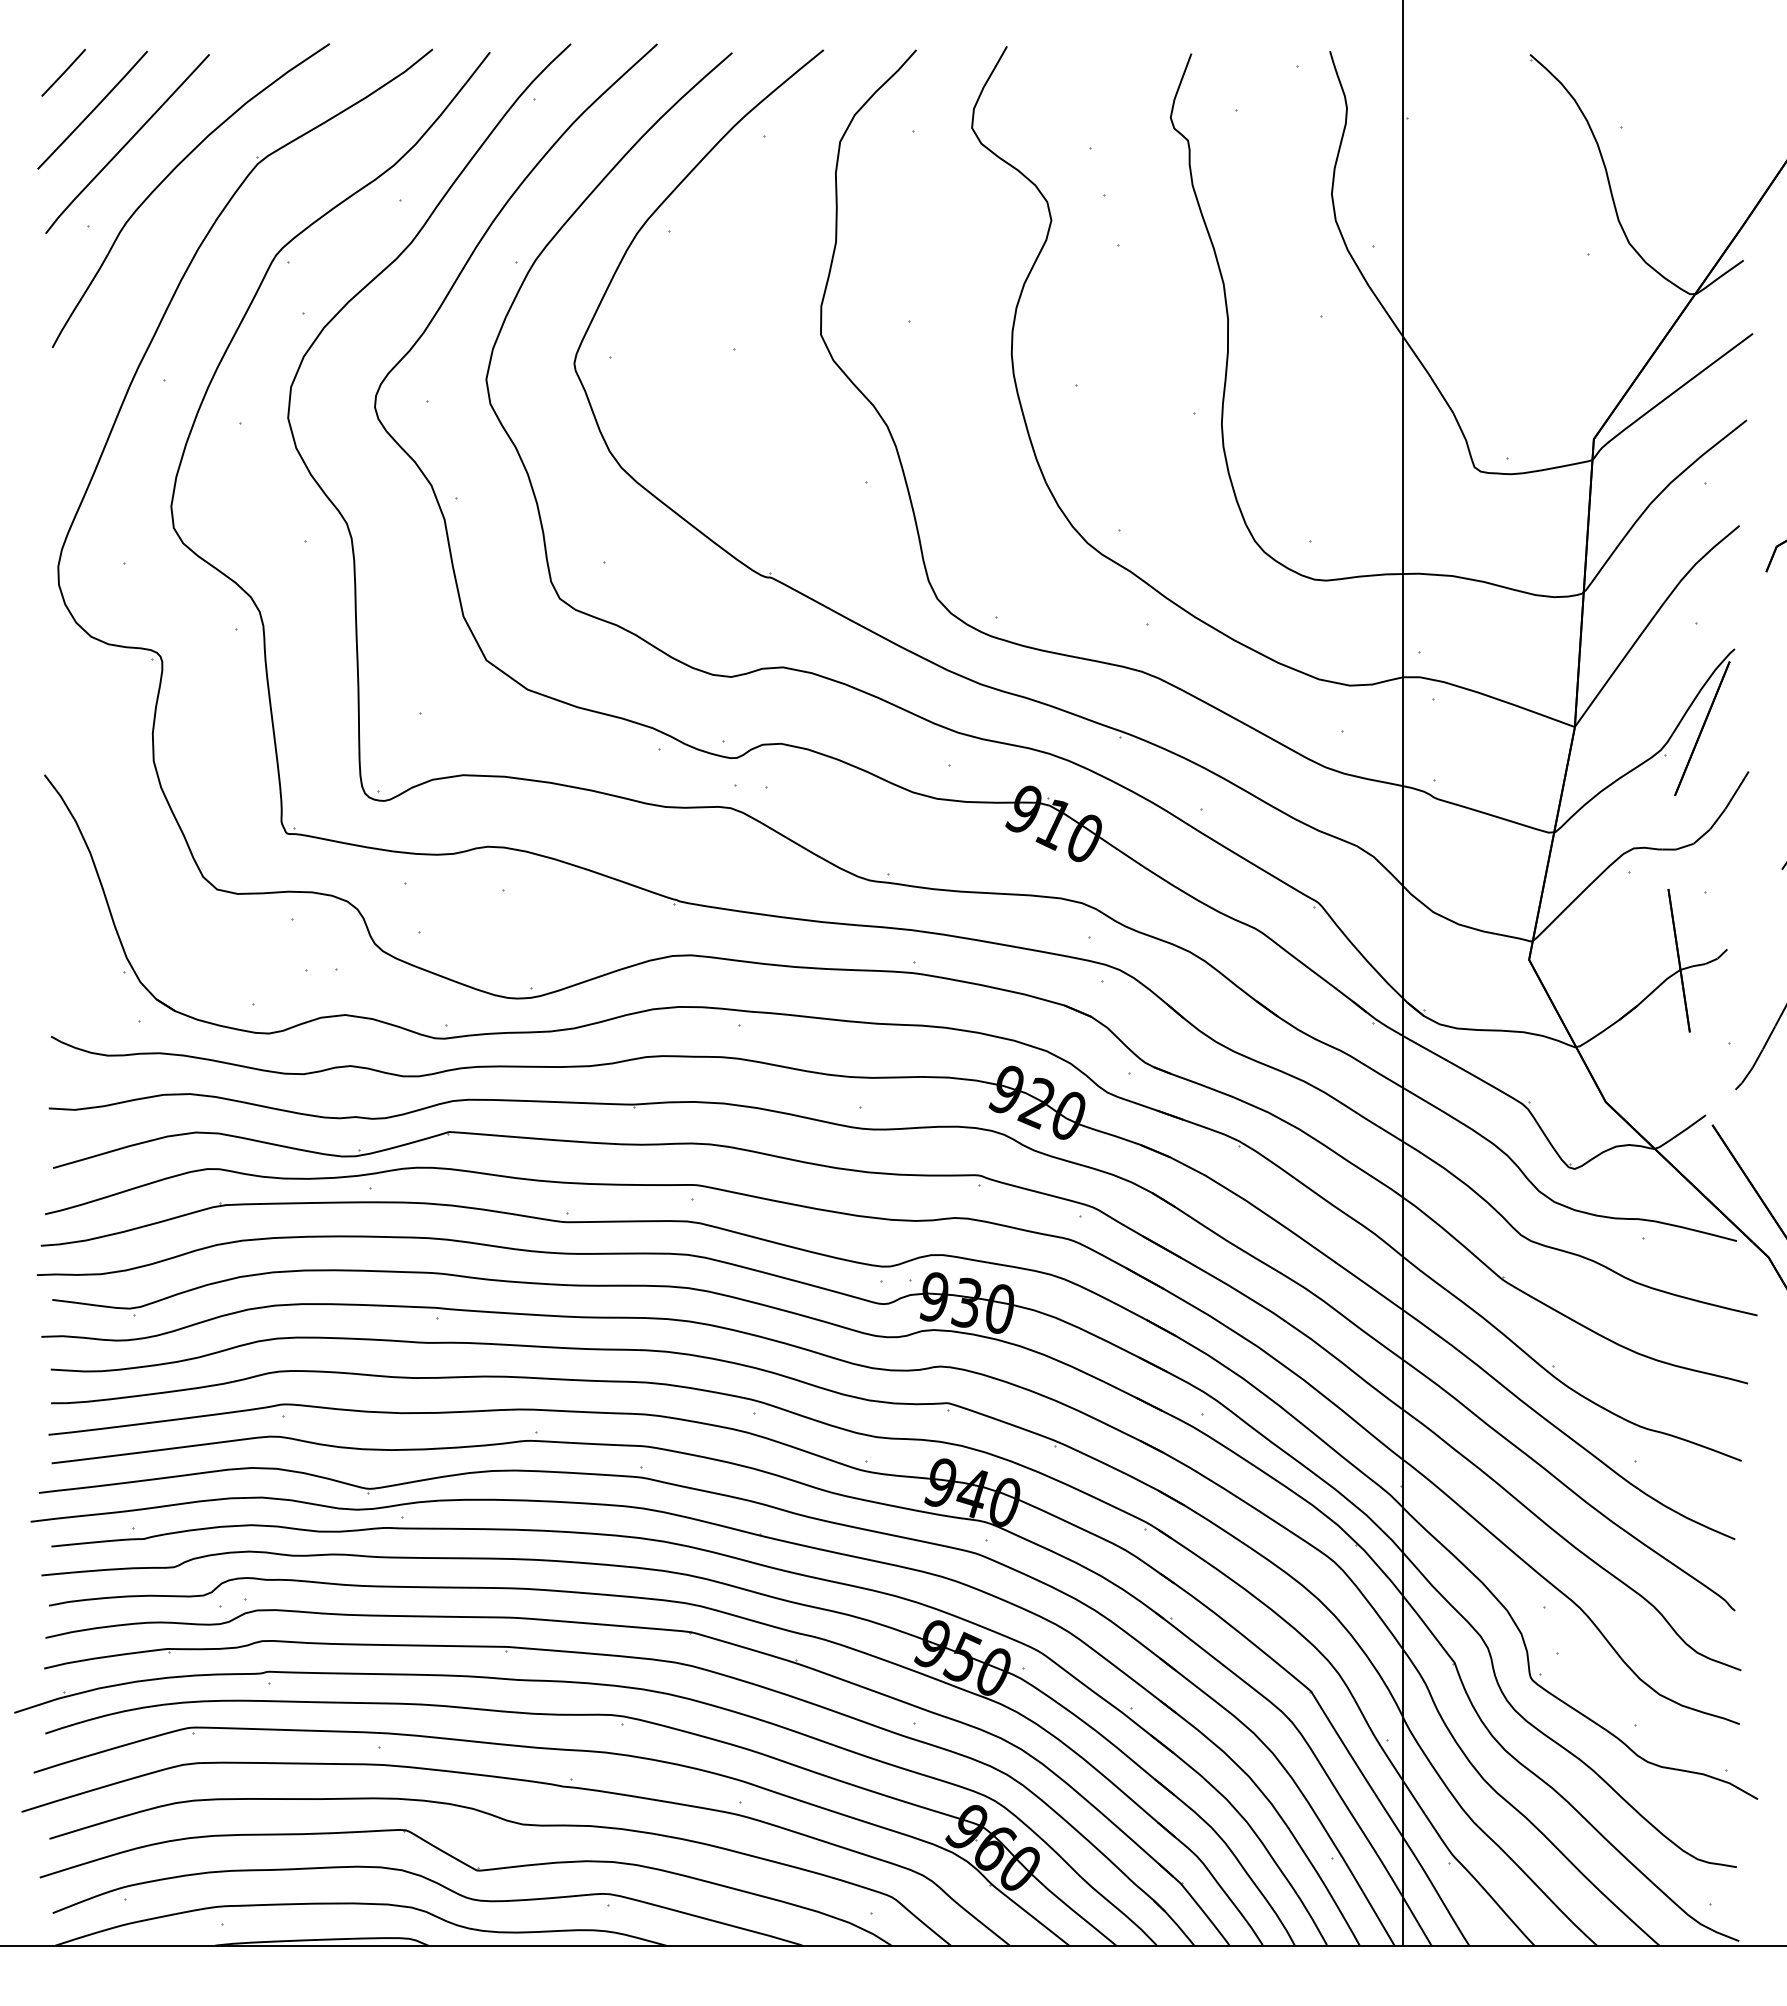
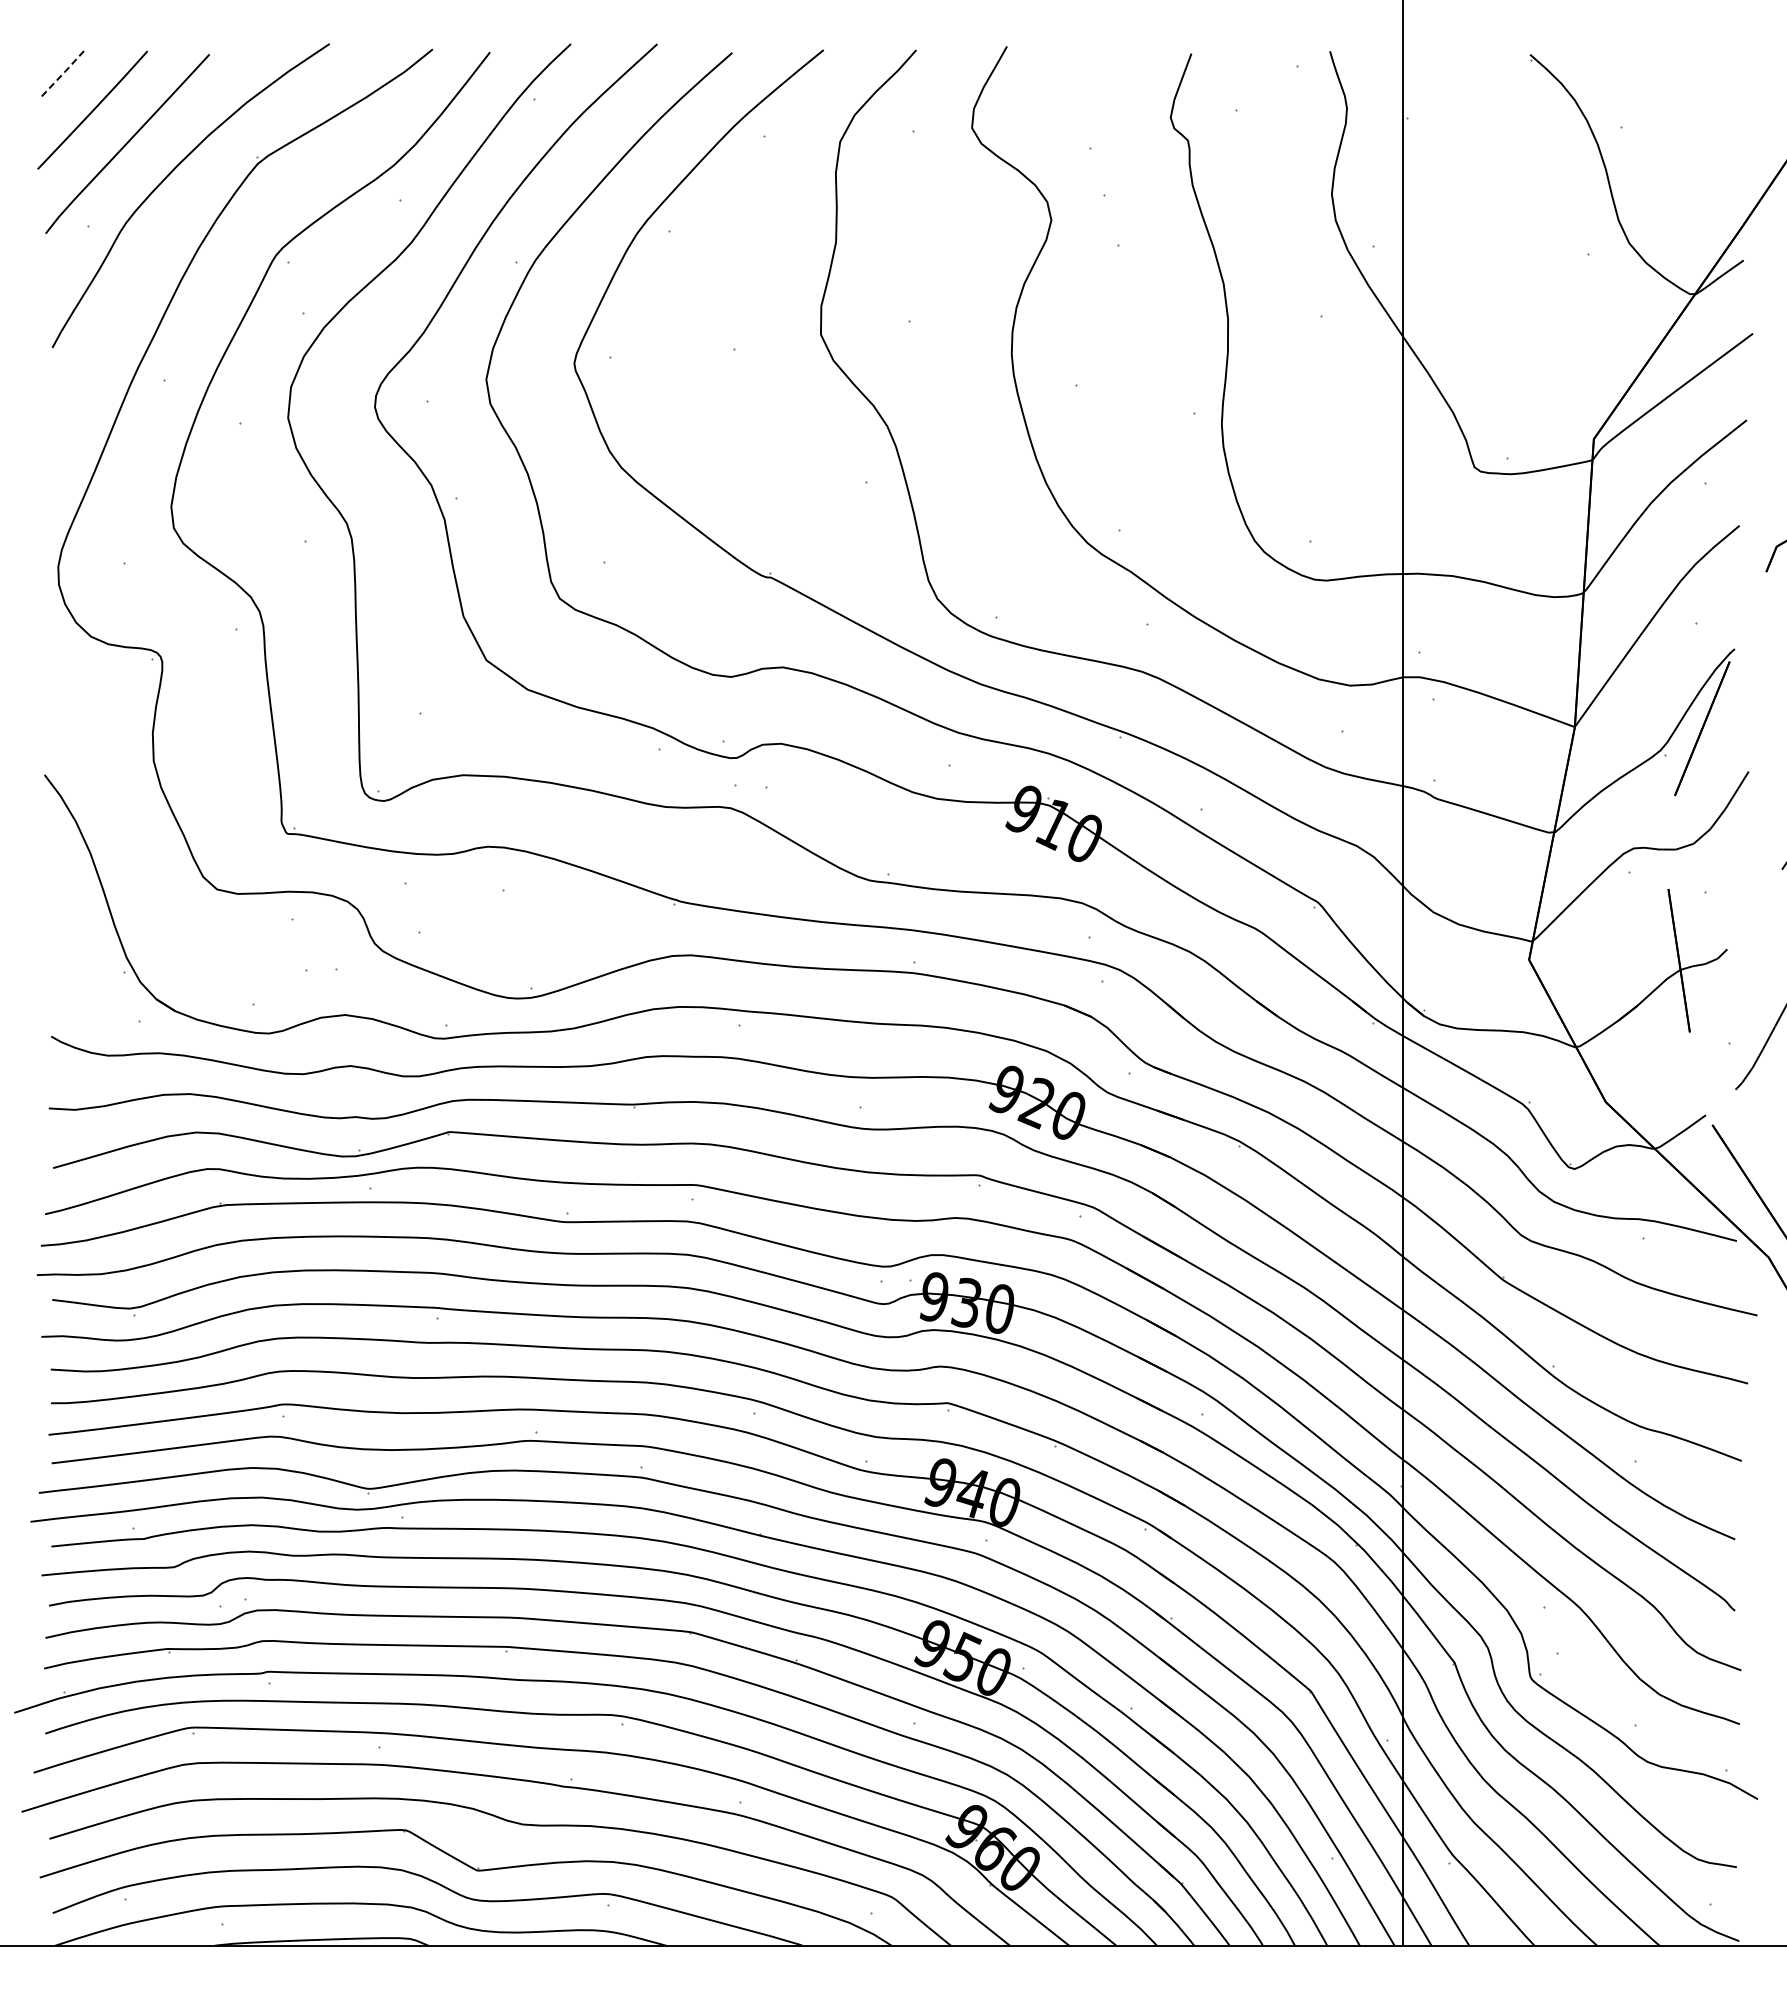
line at (64, 72): solid -> dashed
